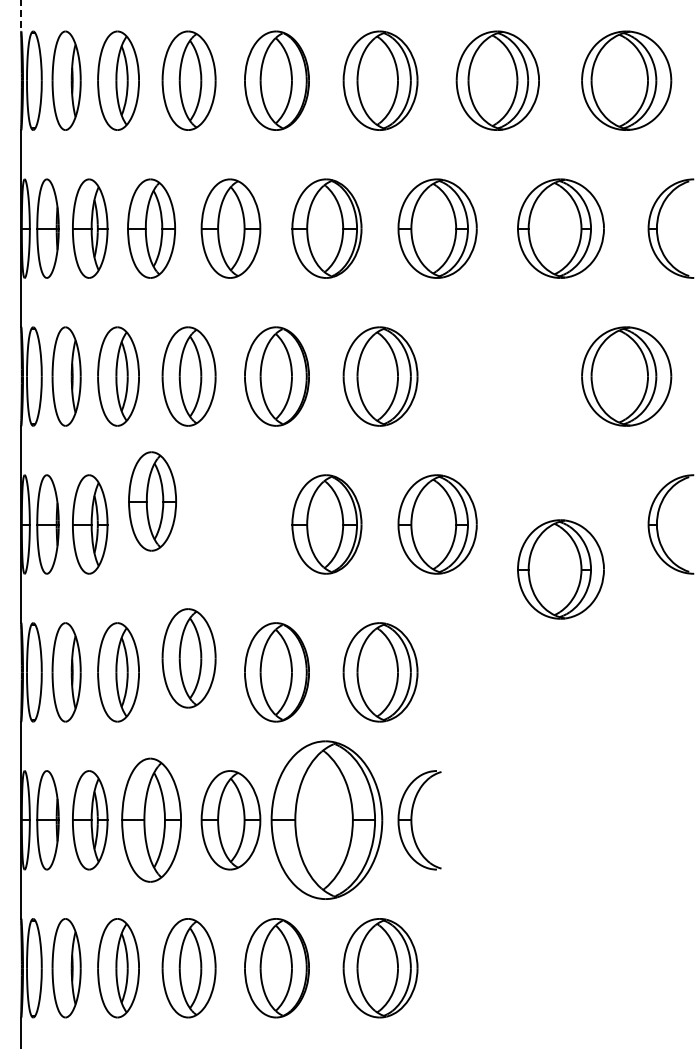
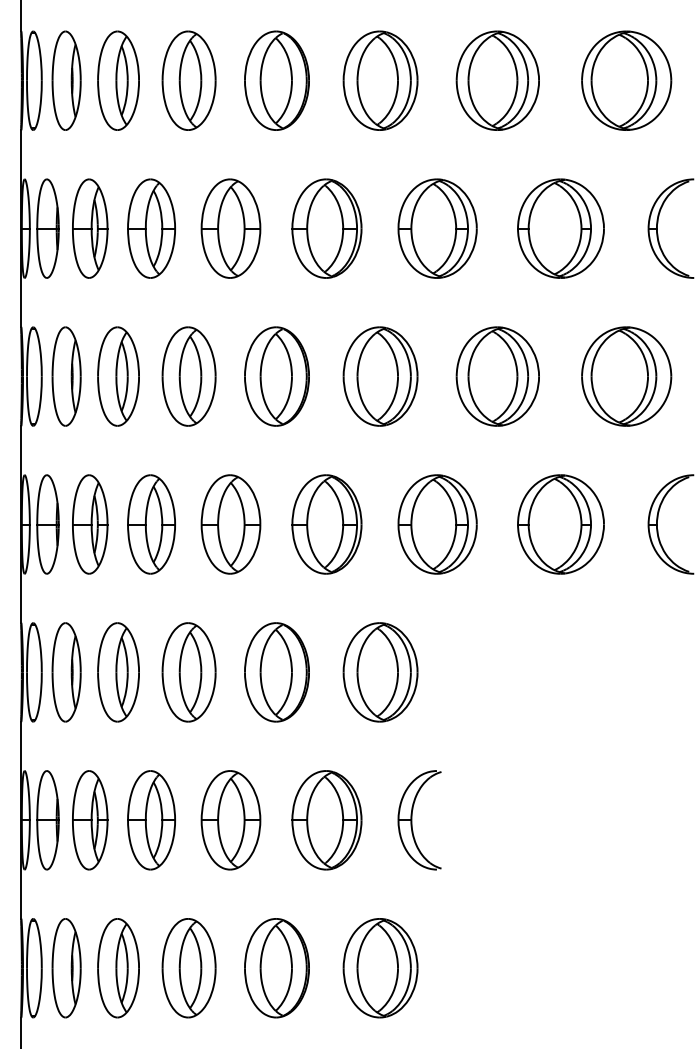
line at (21, 16): dashed -> solid
part at (497, 376): none -> present
part at (152, 501) position: (152, 501) -> (151, 524)
part at (230, 524): none -> present
part at (560, 569) position: (560, 569) -> (560, 524)
part at (188, 658) position: (188, 658) -> (188, 672)
part at (151, 819) size: 61x126 px -> 49x101 px
part at (326, 819) size: 114x160 px -> 72x101 px
